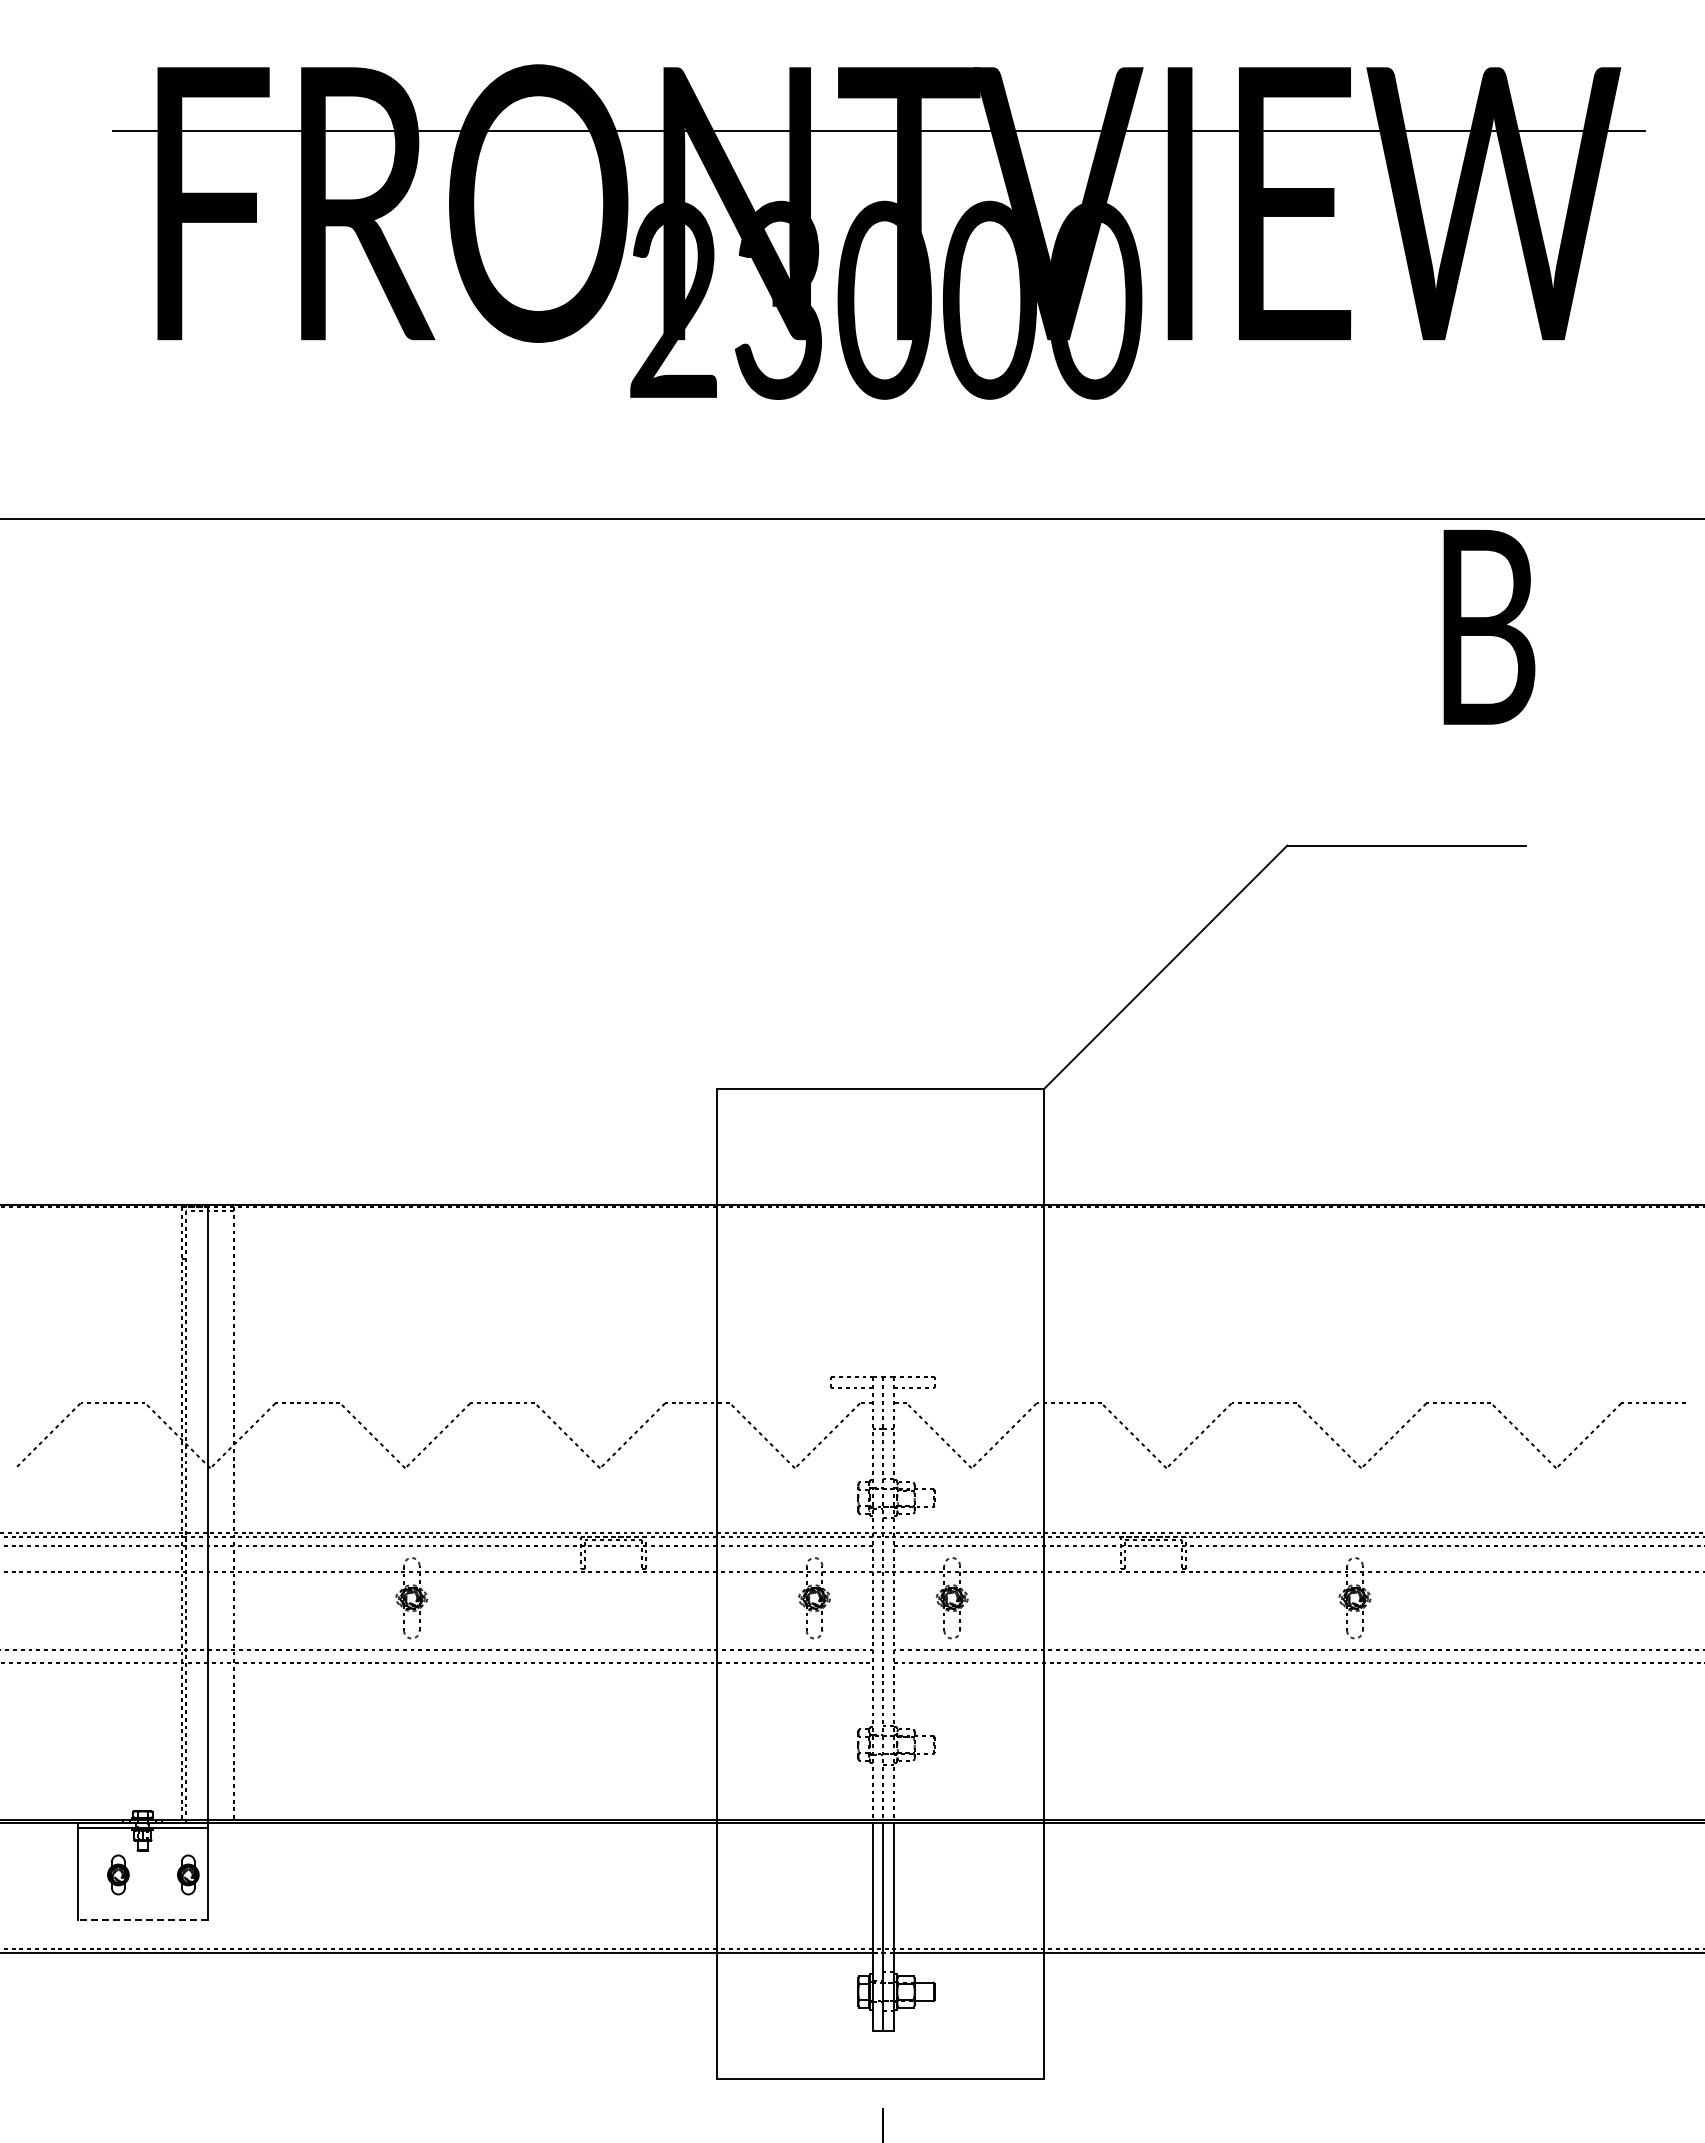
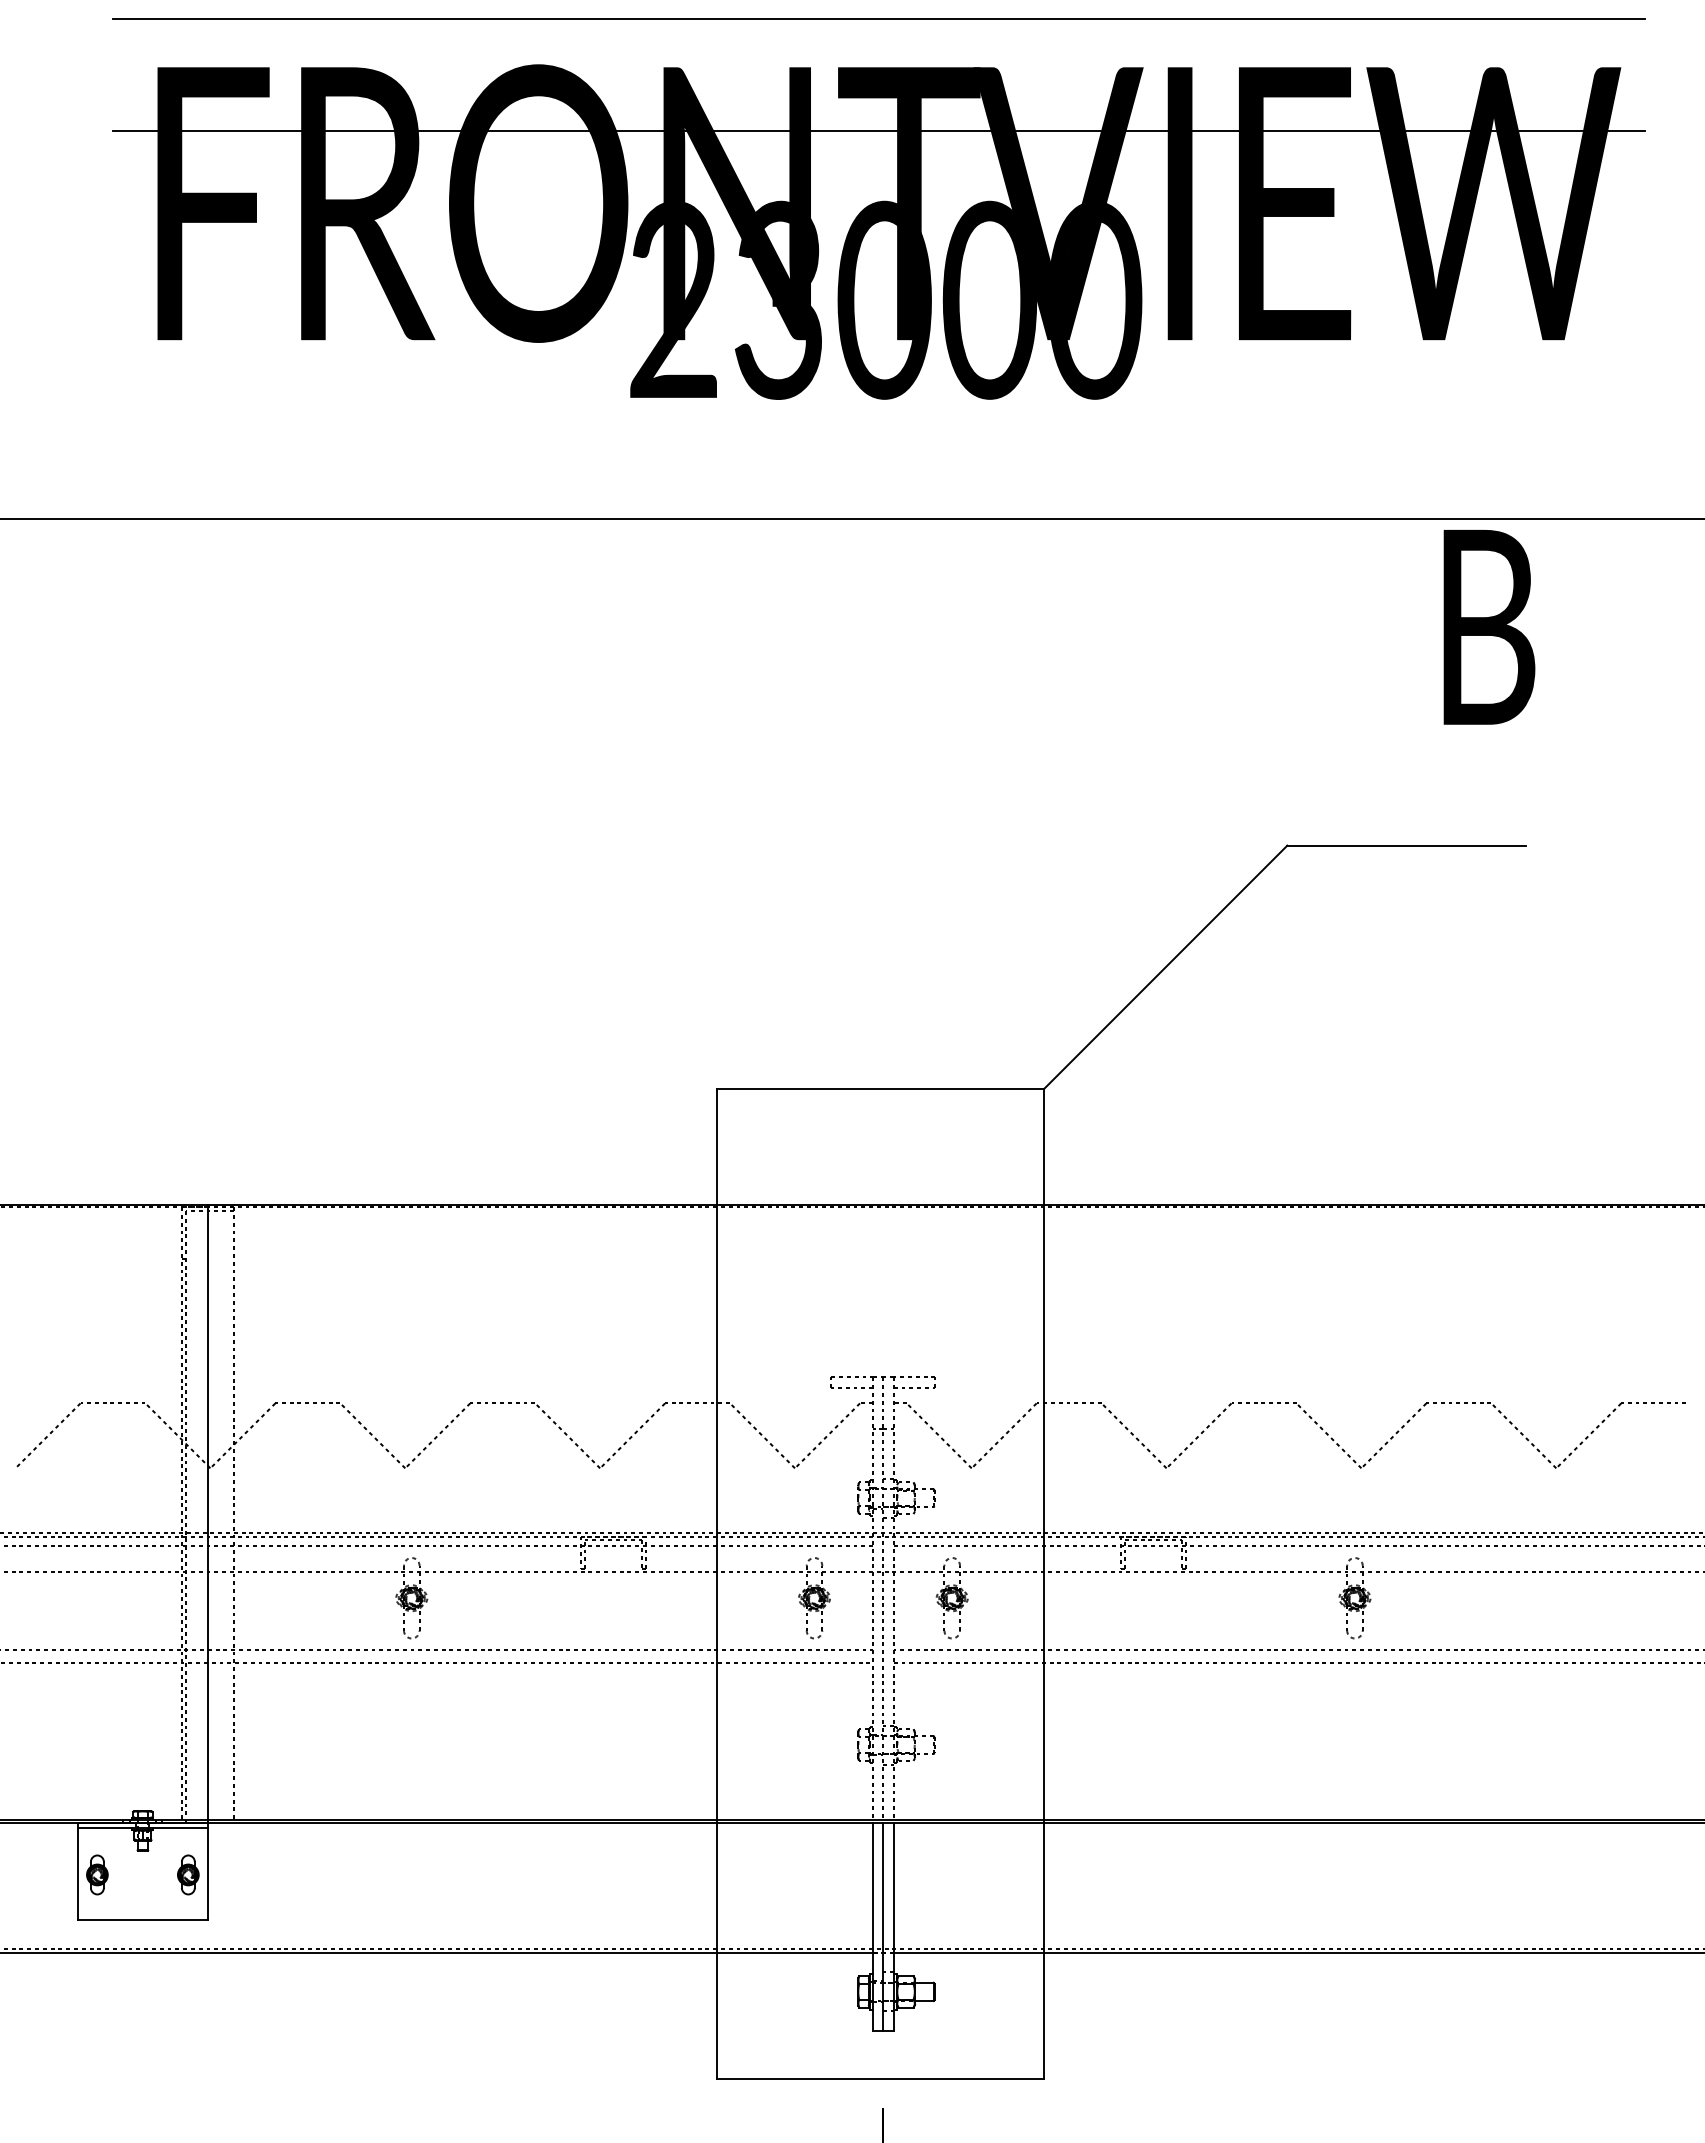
line at (878, 19): none -> present
part at (118, 1874) position: (118, 1874) -> (97, 1874)
line at (142, 1920): dashed -> solid
